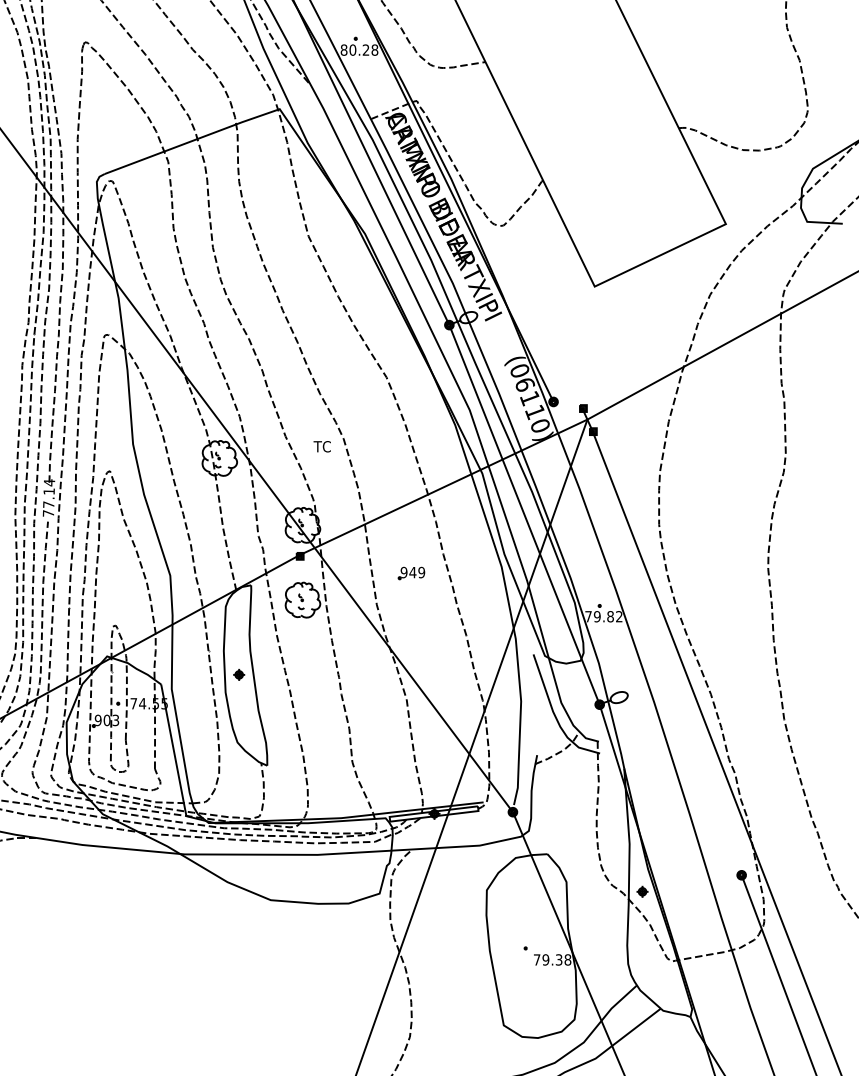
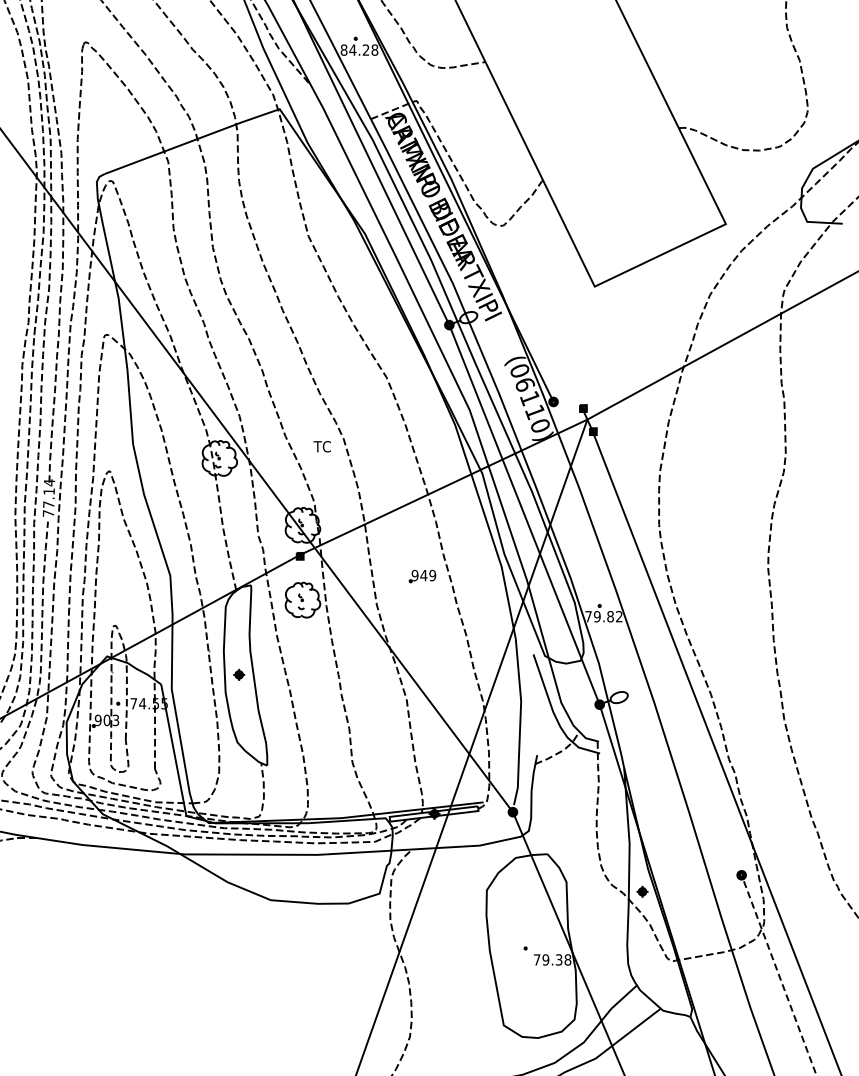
text at (352, 49): 80.28 -> 84.28
part at (411, 573) position: (411, 573) -> (422, 576)
line at (779, 975): solid -> dashed
